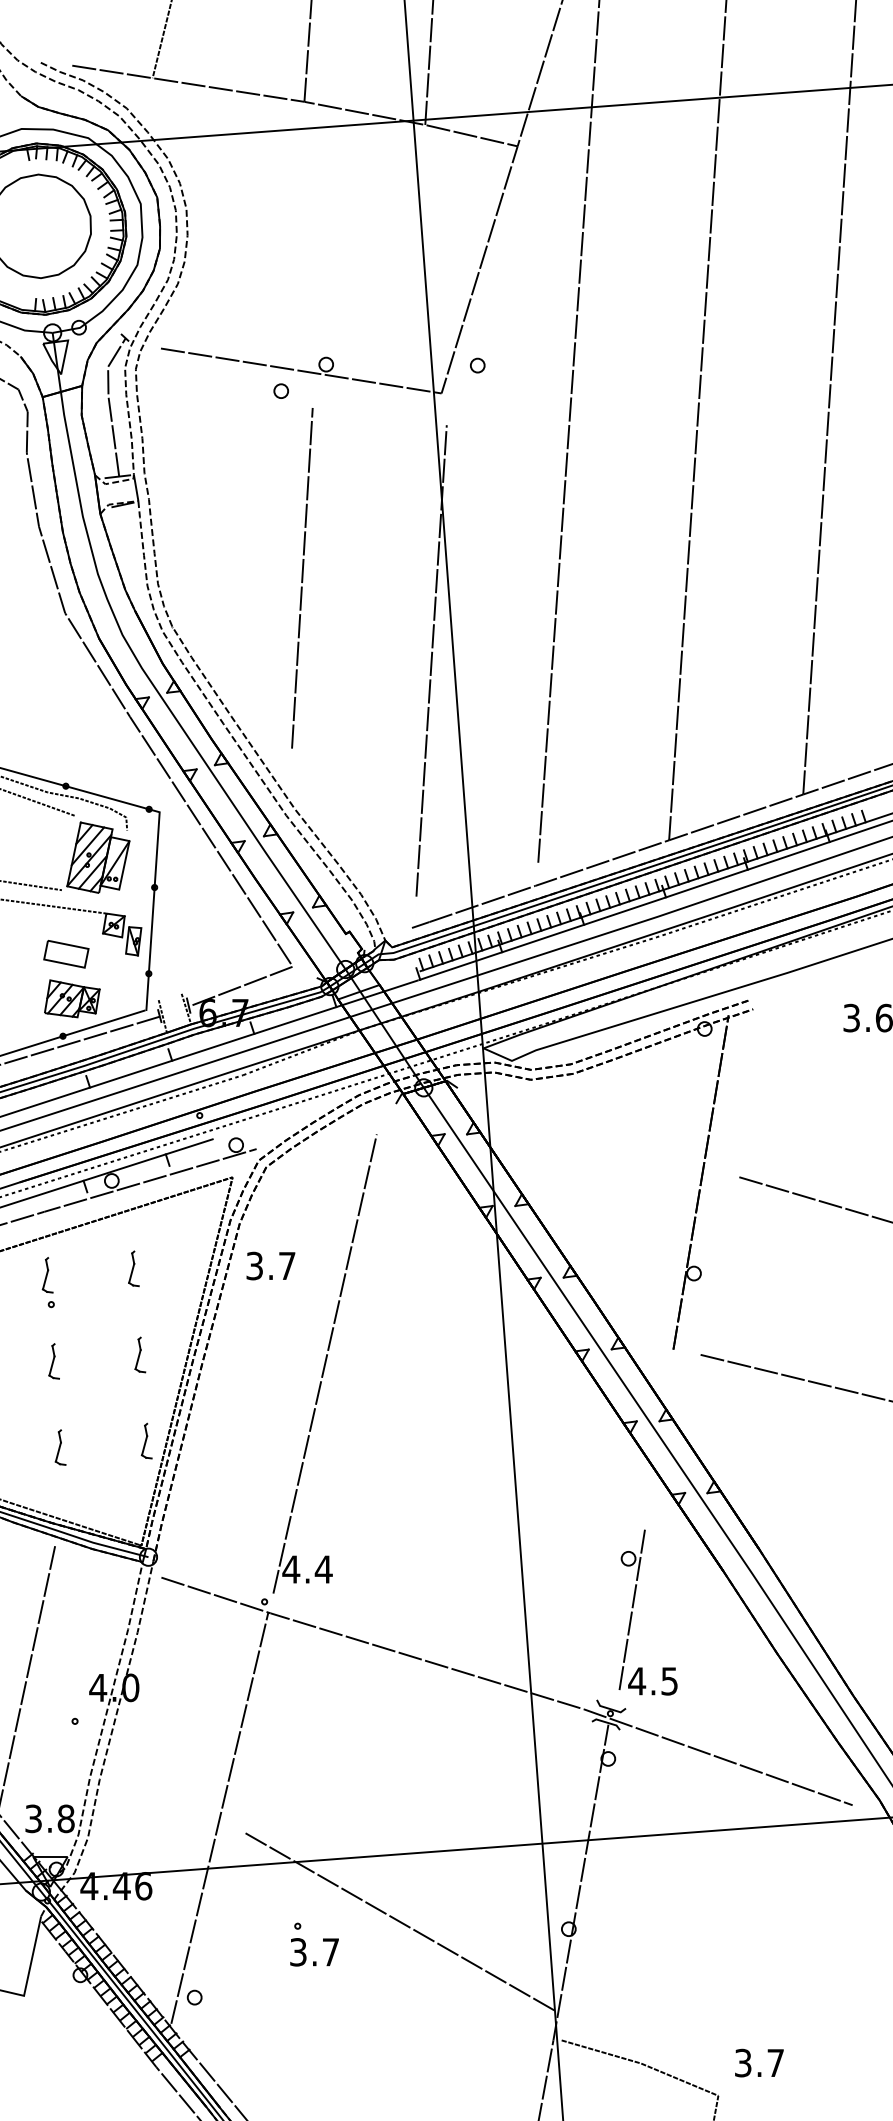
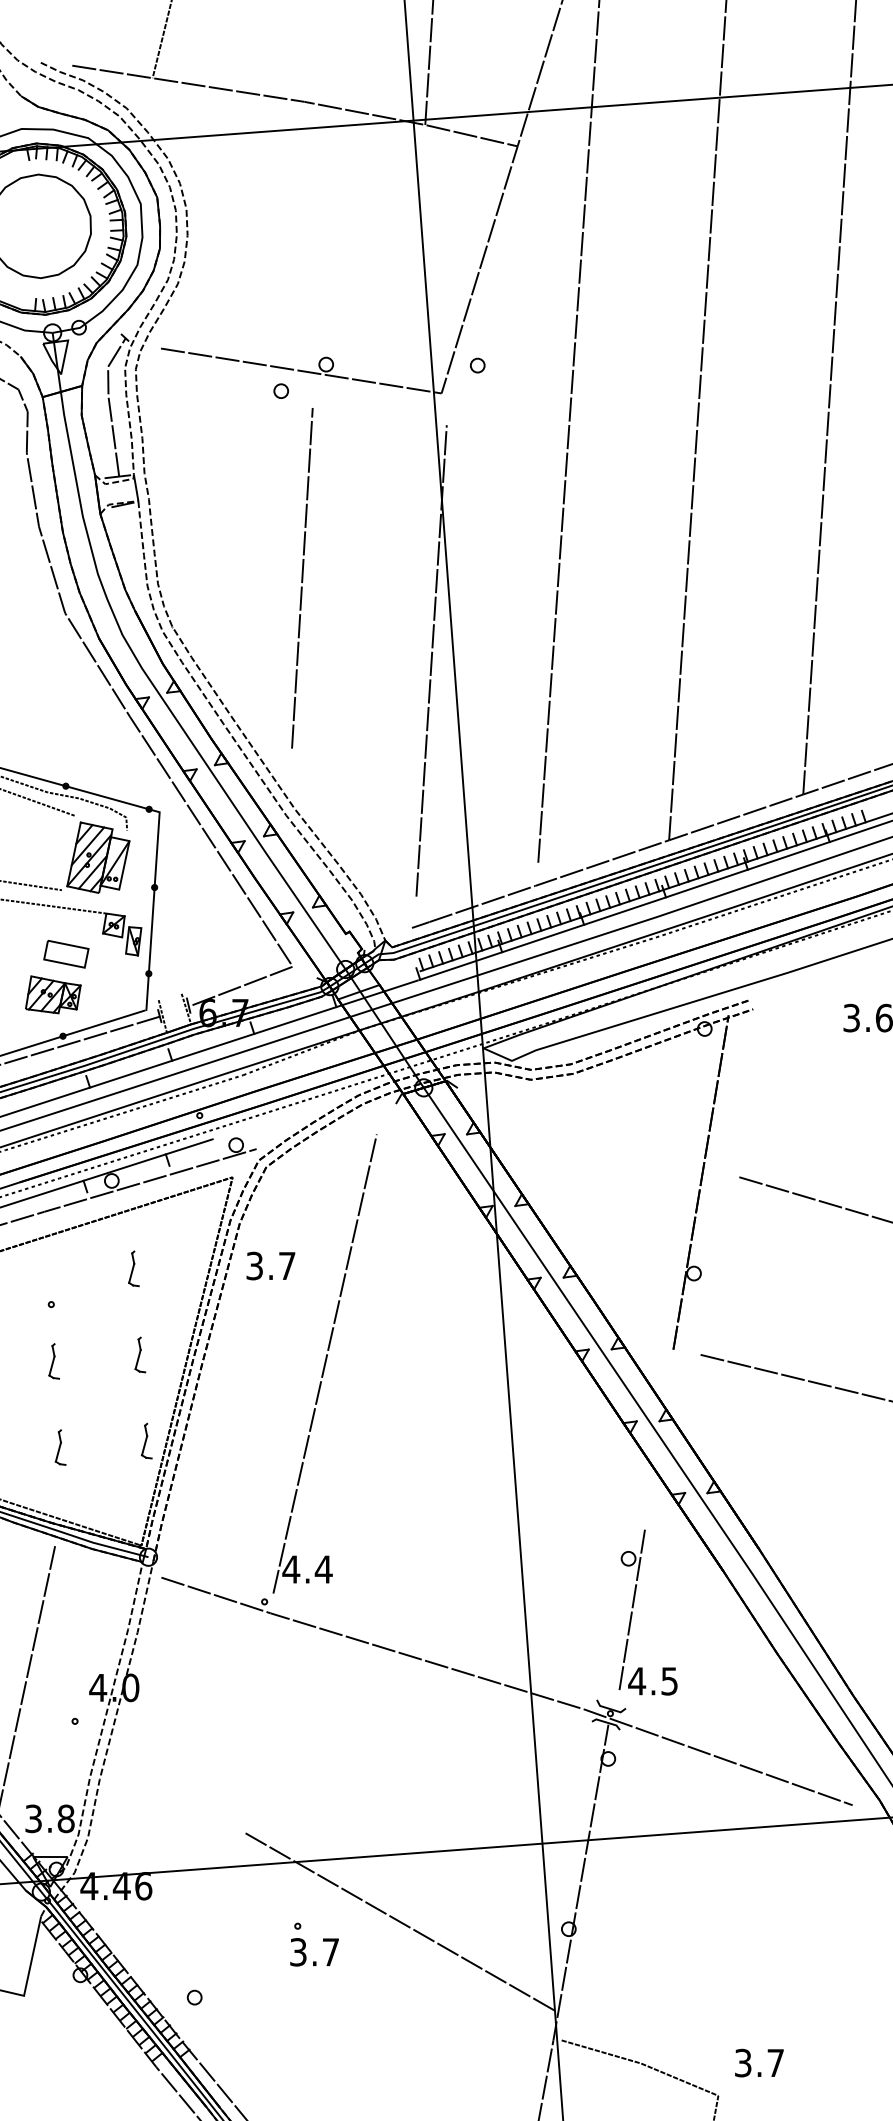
line at (307, 51): present -> none
part at (72, 998) position: (72, 998) -> (53, 994)
part at (47, 1275): present -> none
line at (219, 1817): present -> none
